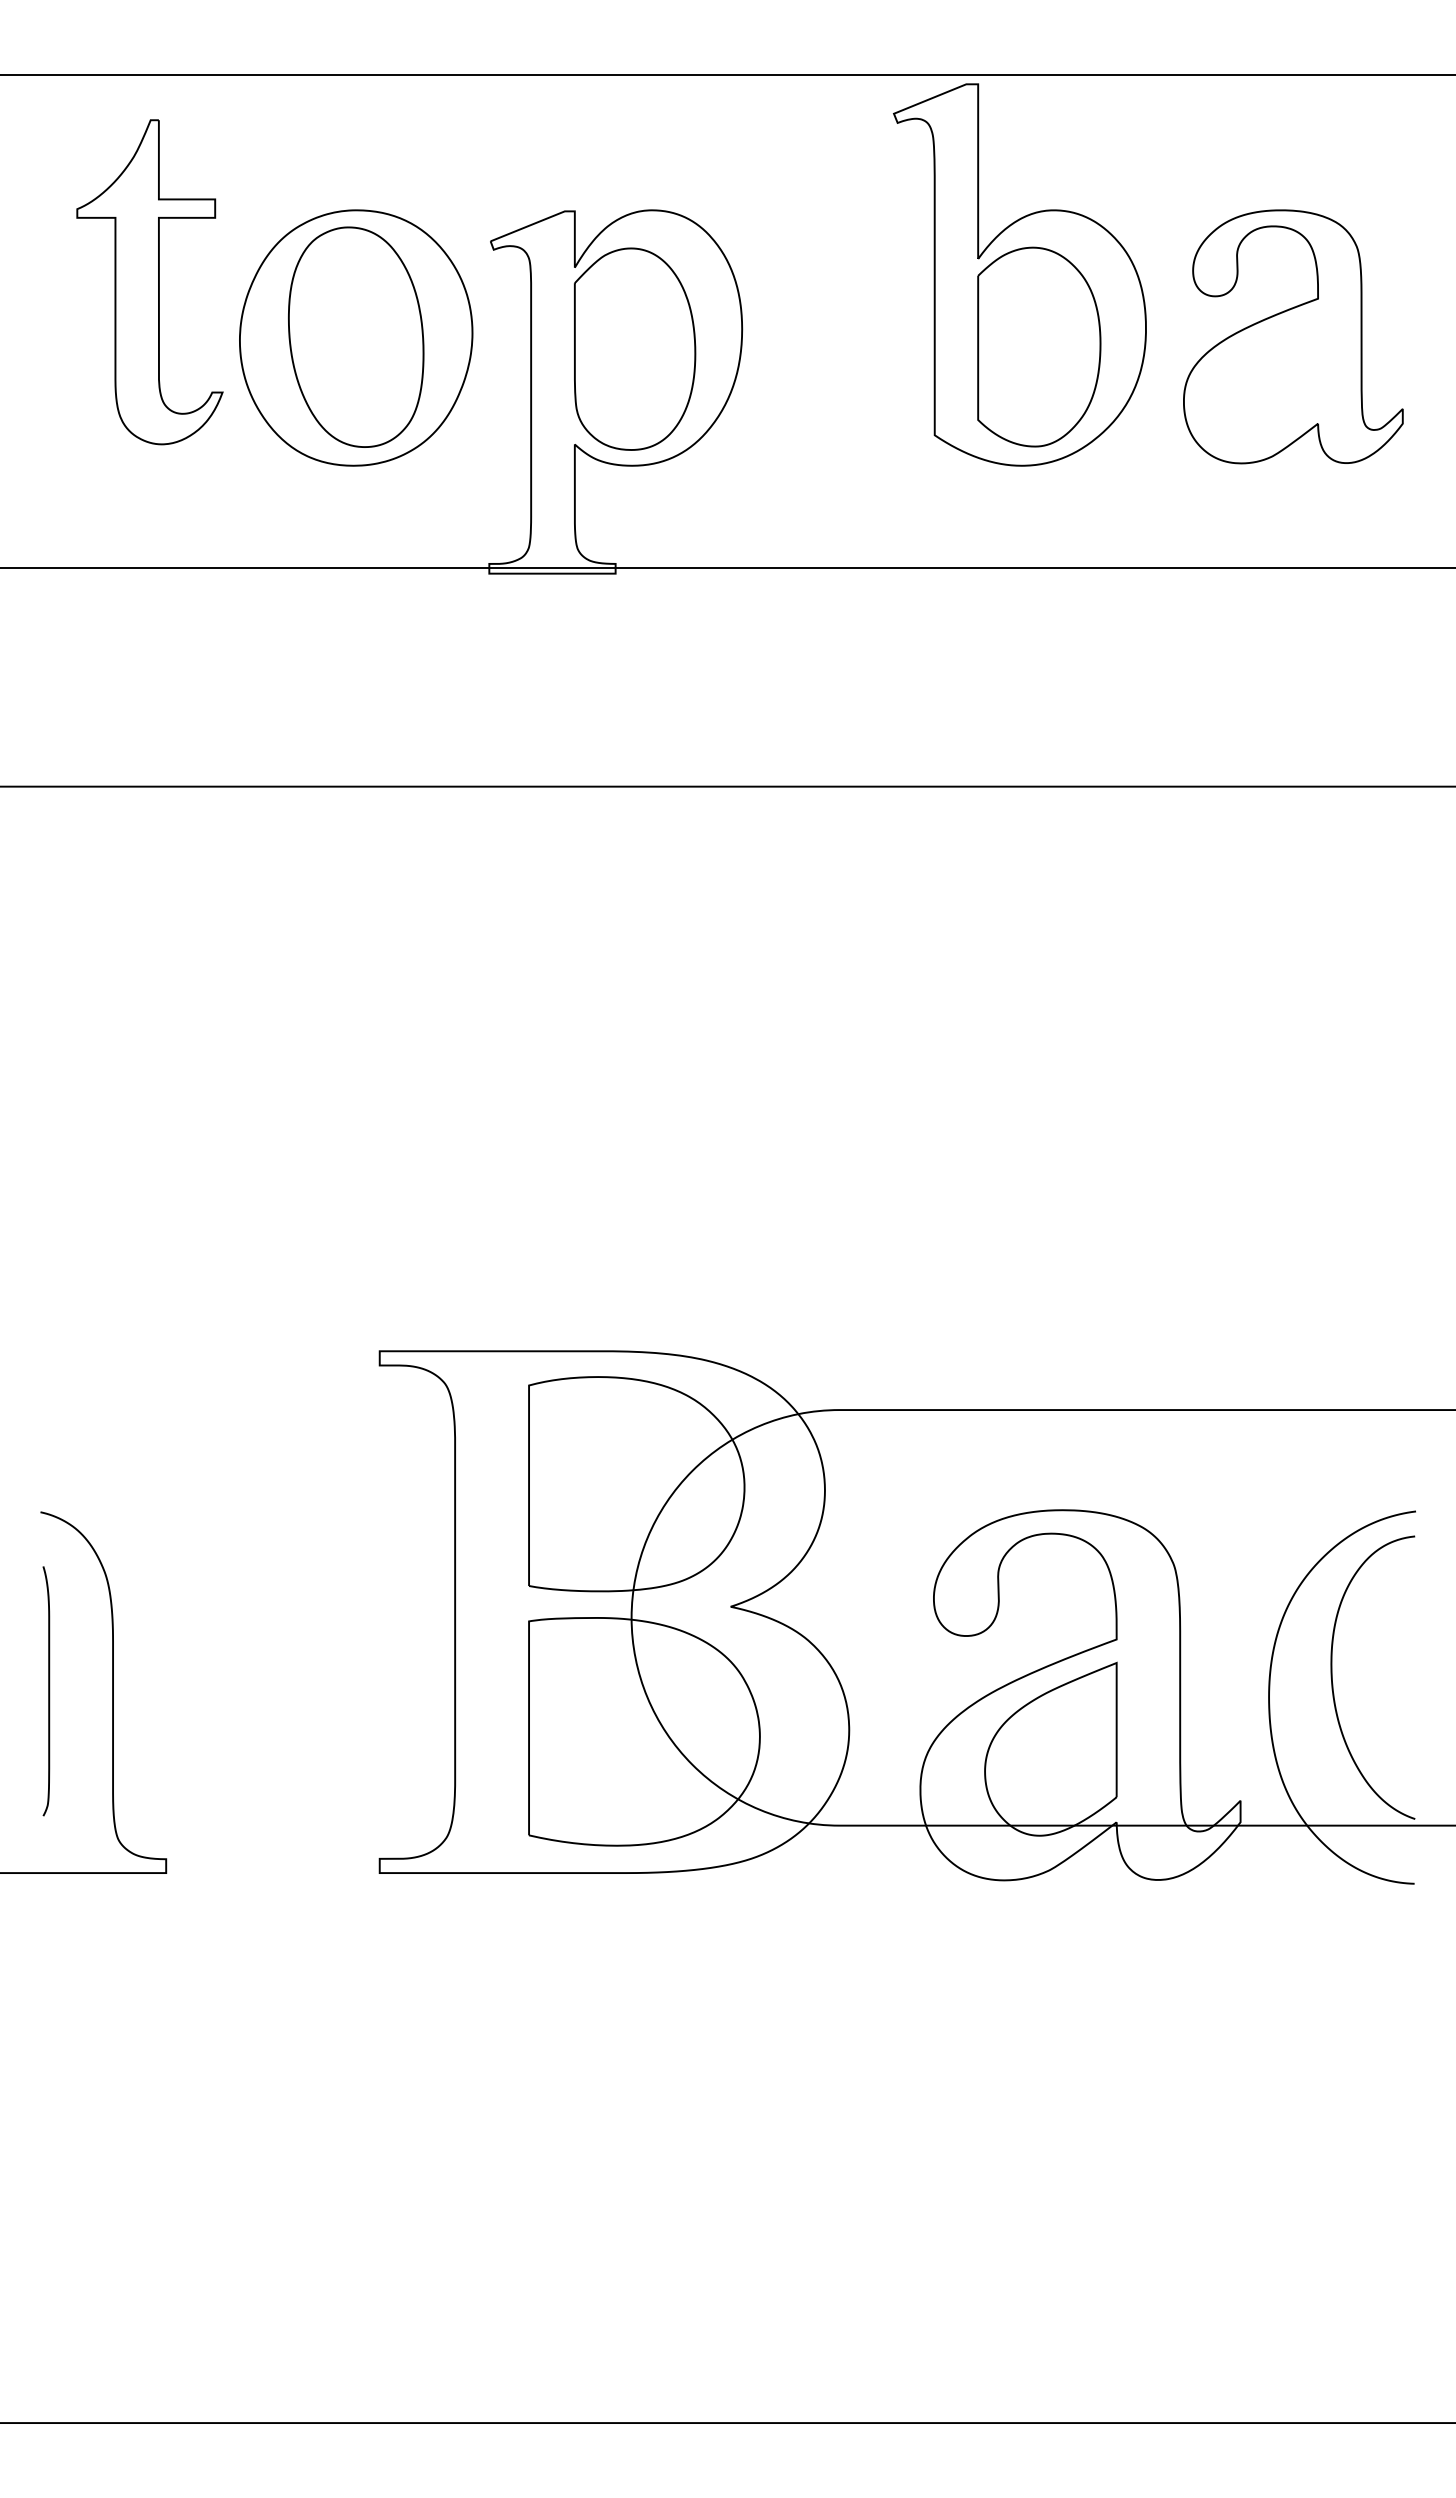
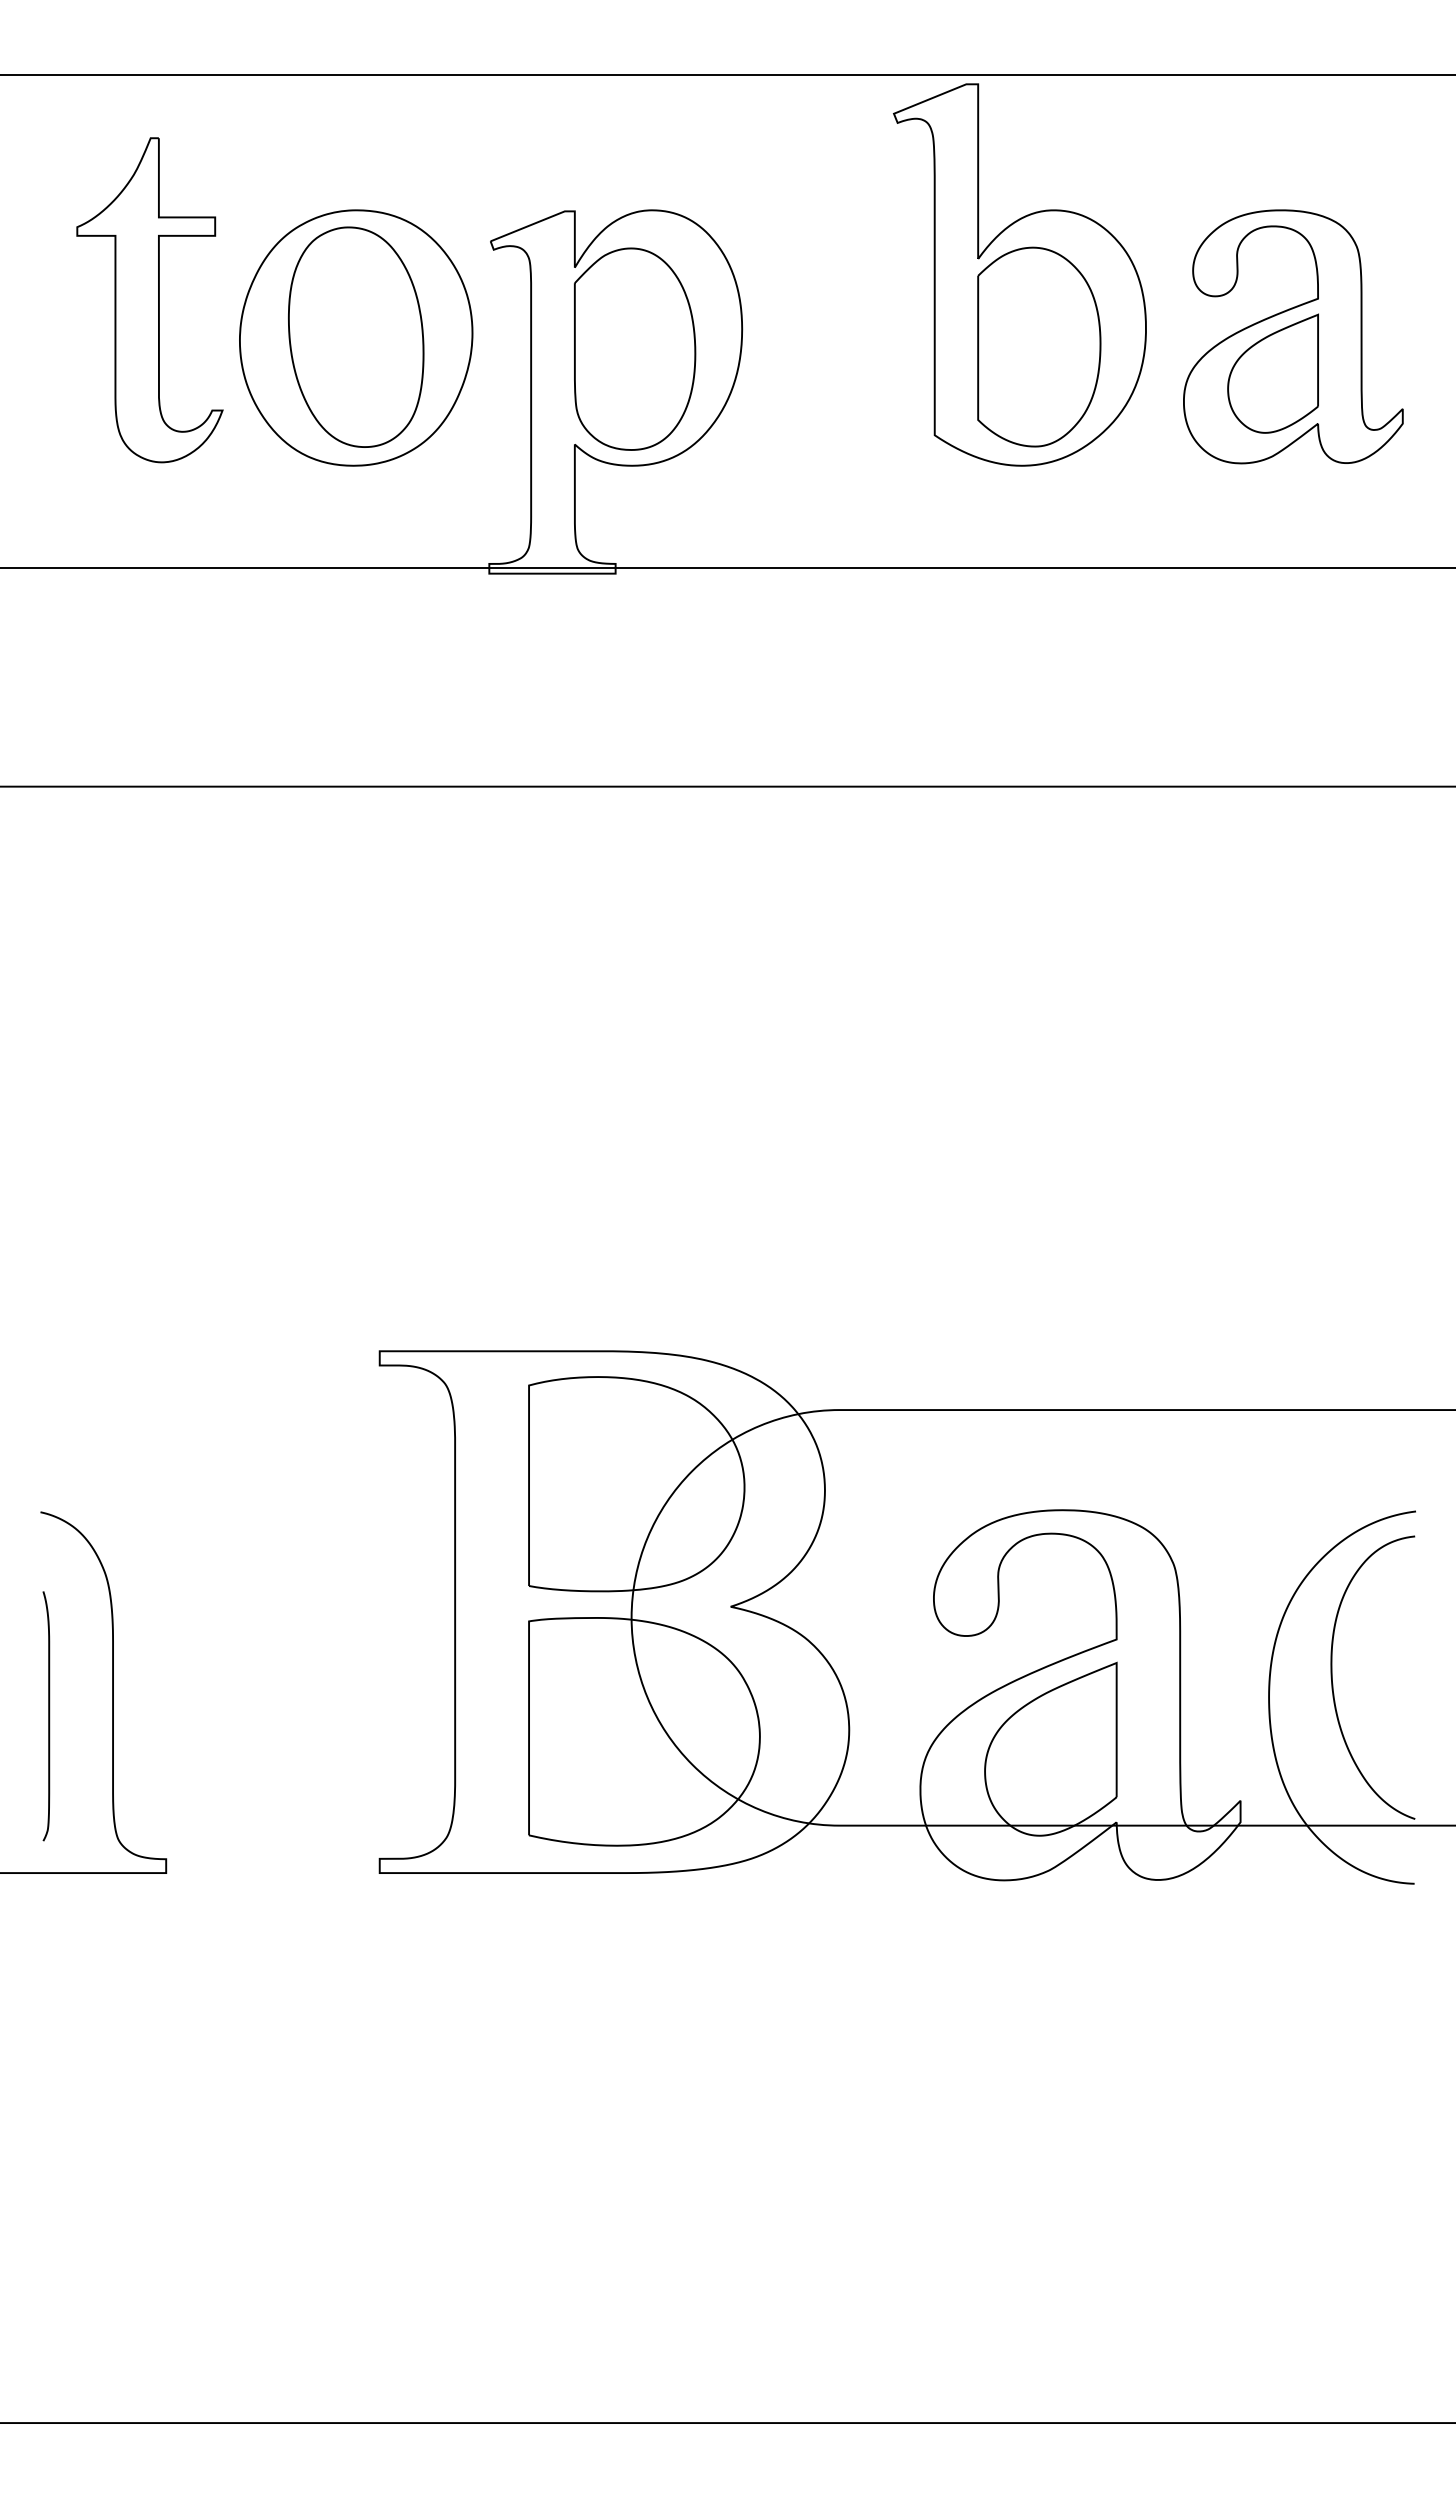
part at (149, 282) position: (149, 282) -> (149, 300)
part at (1272, 373): none -> present
curve at (48, 1691) position: (48, 1691) -> (48, 1716)
